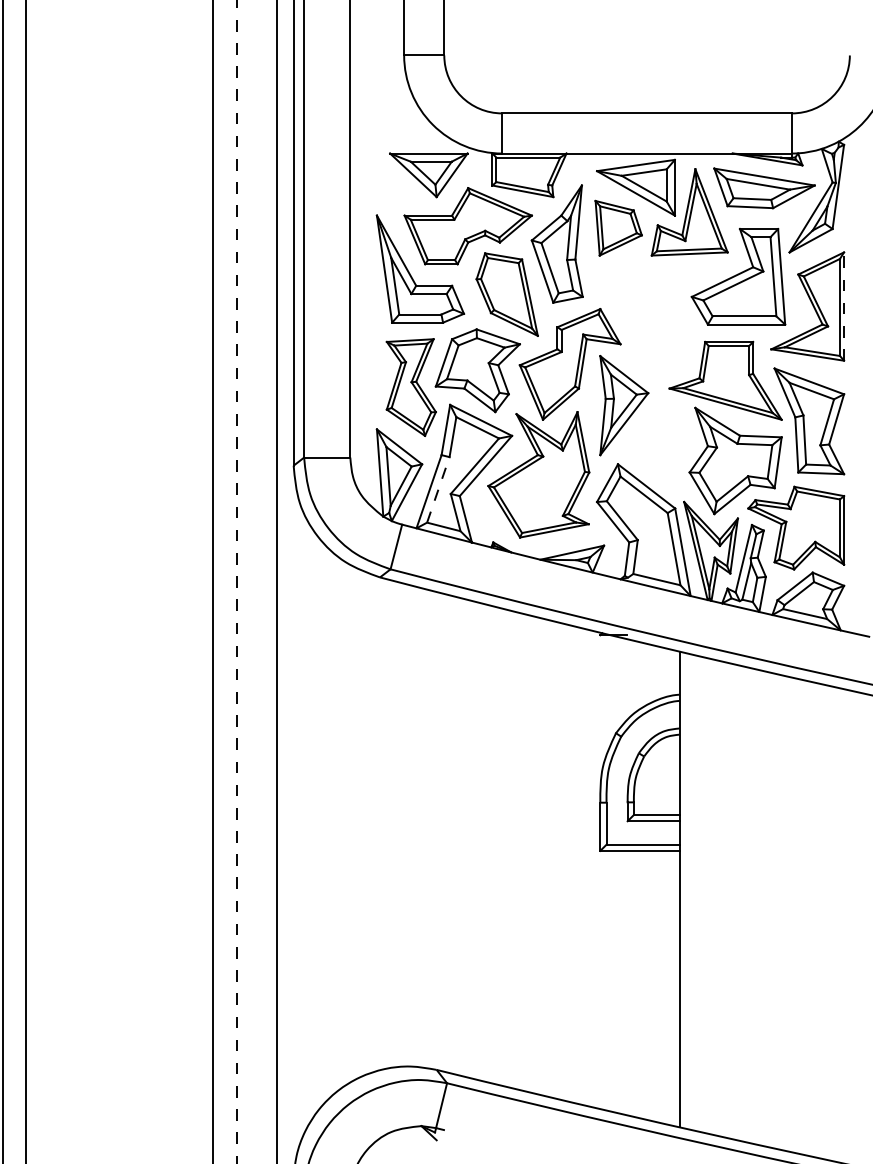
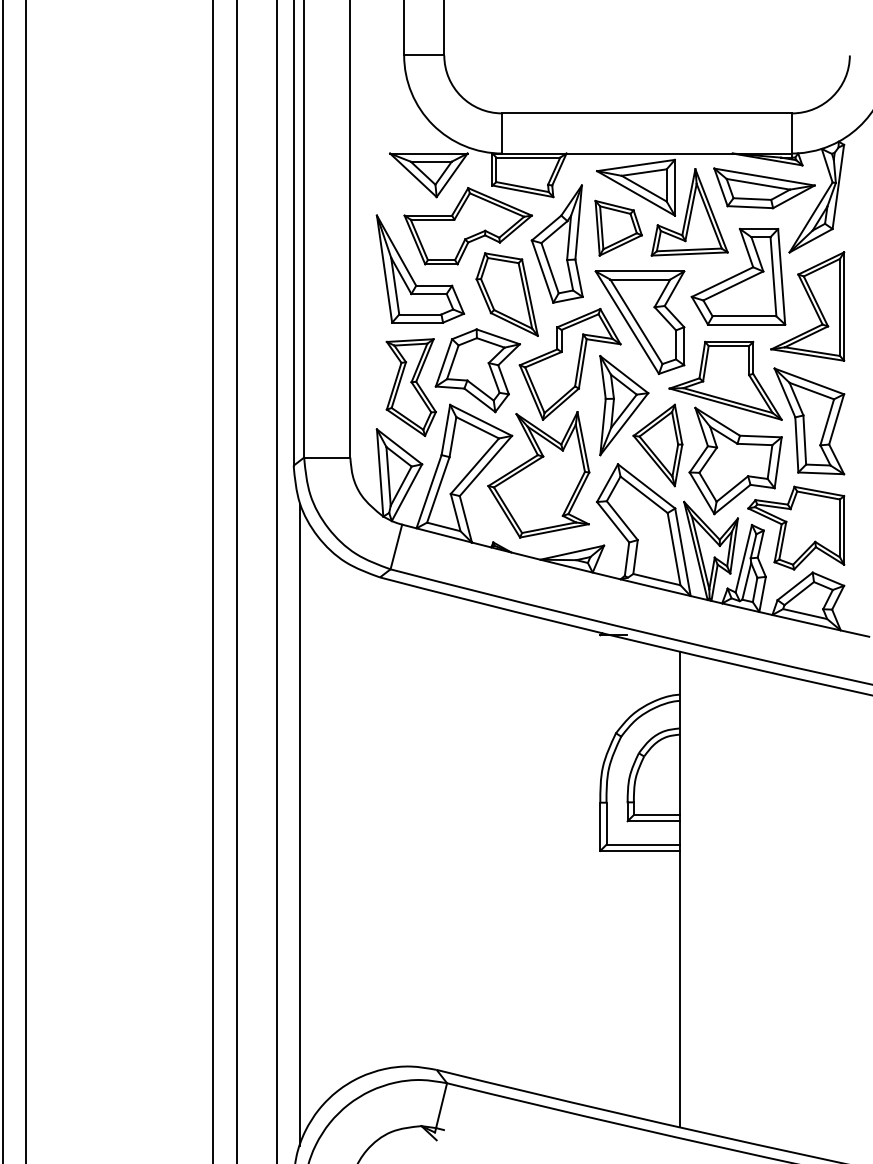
line at (844, 306): dashed -> solid
part at (639, 322): none -> present
part at (657, 445): none -> present
line at (438, 489): dashed -> solid
line at (236, 581): dashed -> solid
line at (300, 824): none -> present
